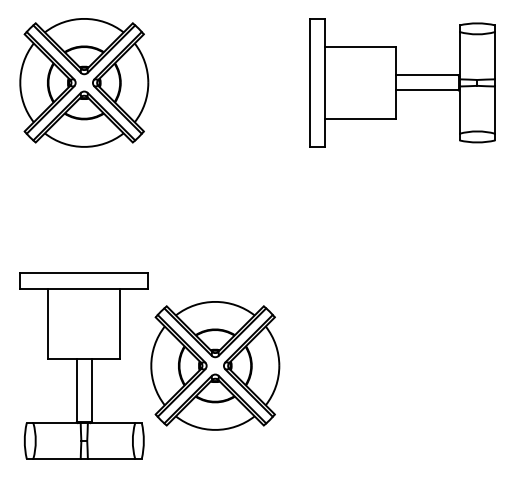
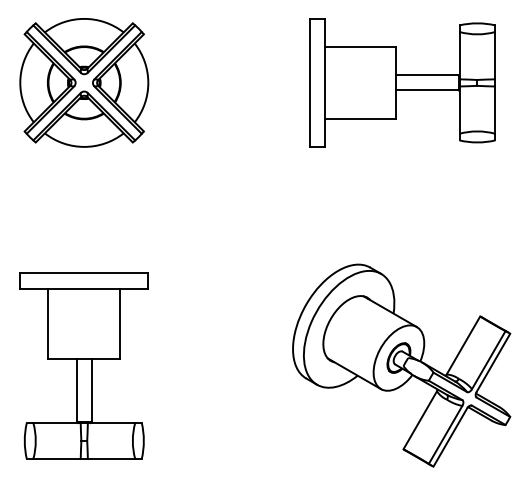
part at (215, 365): present -> none
part at (401, 365): none -> present
